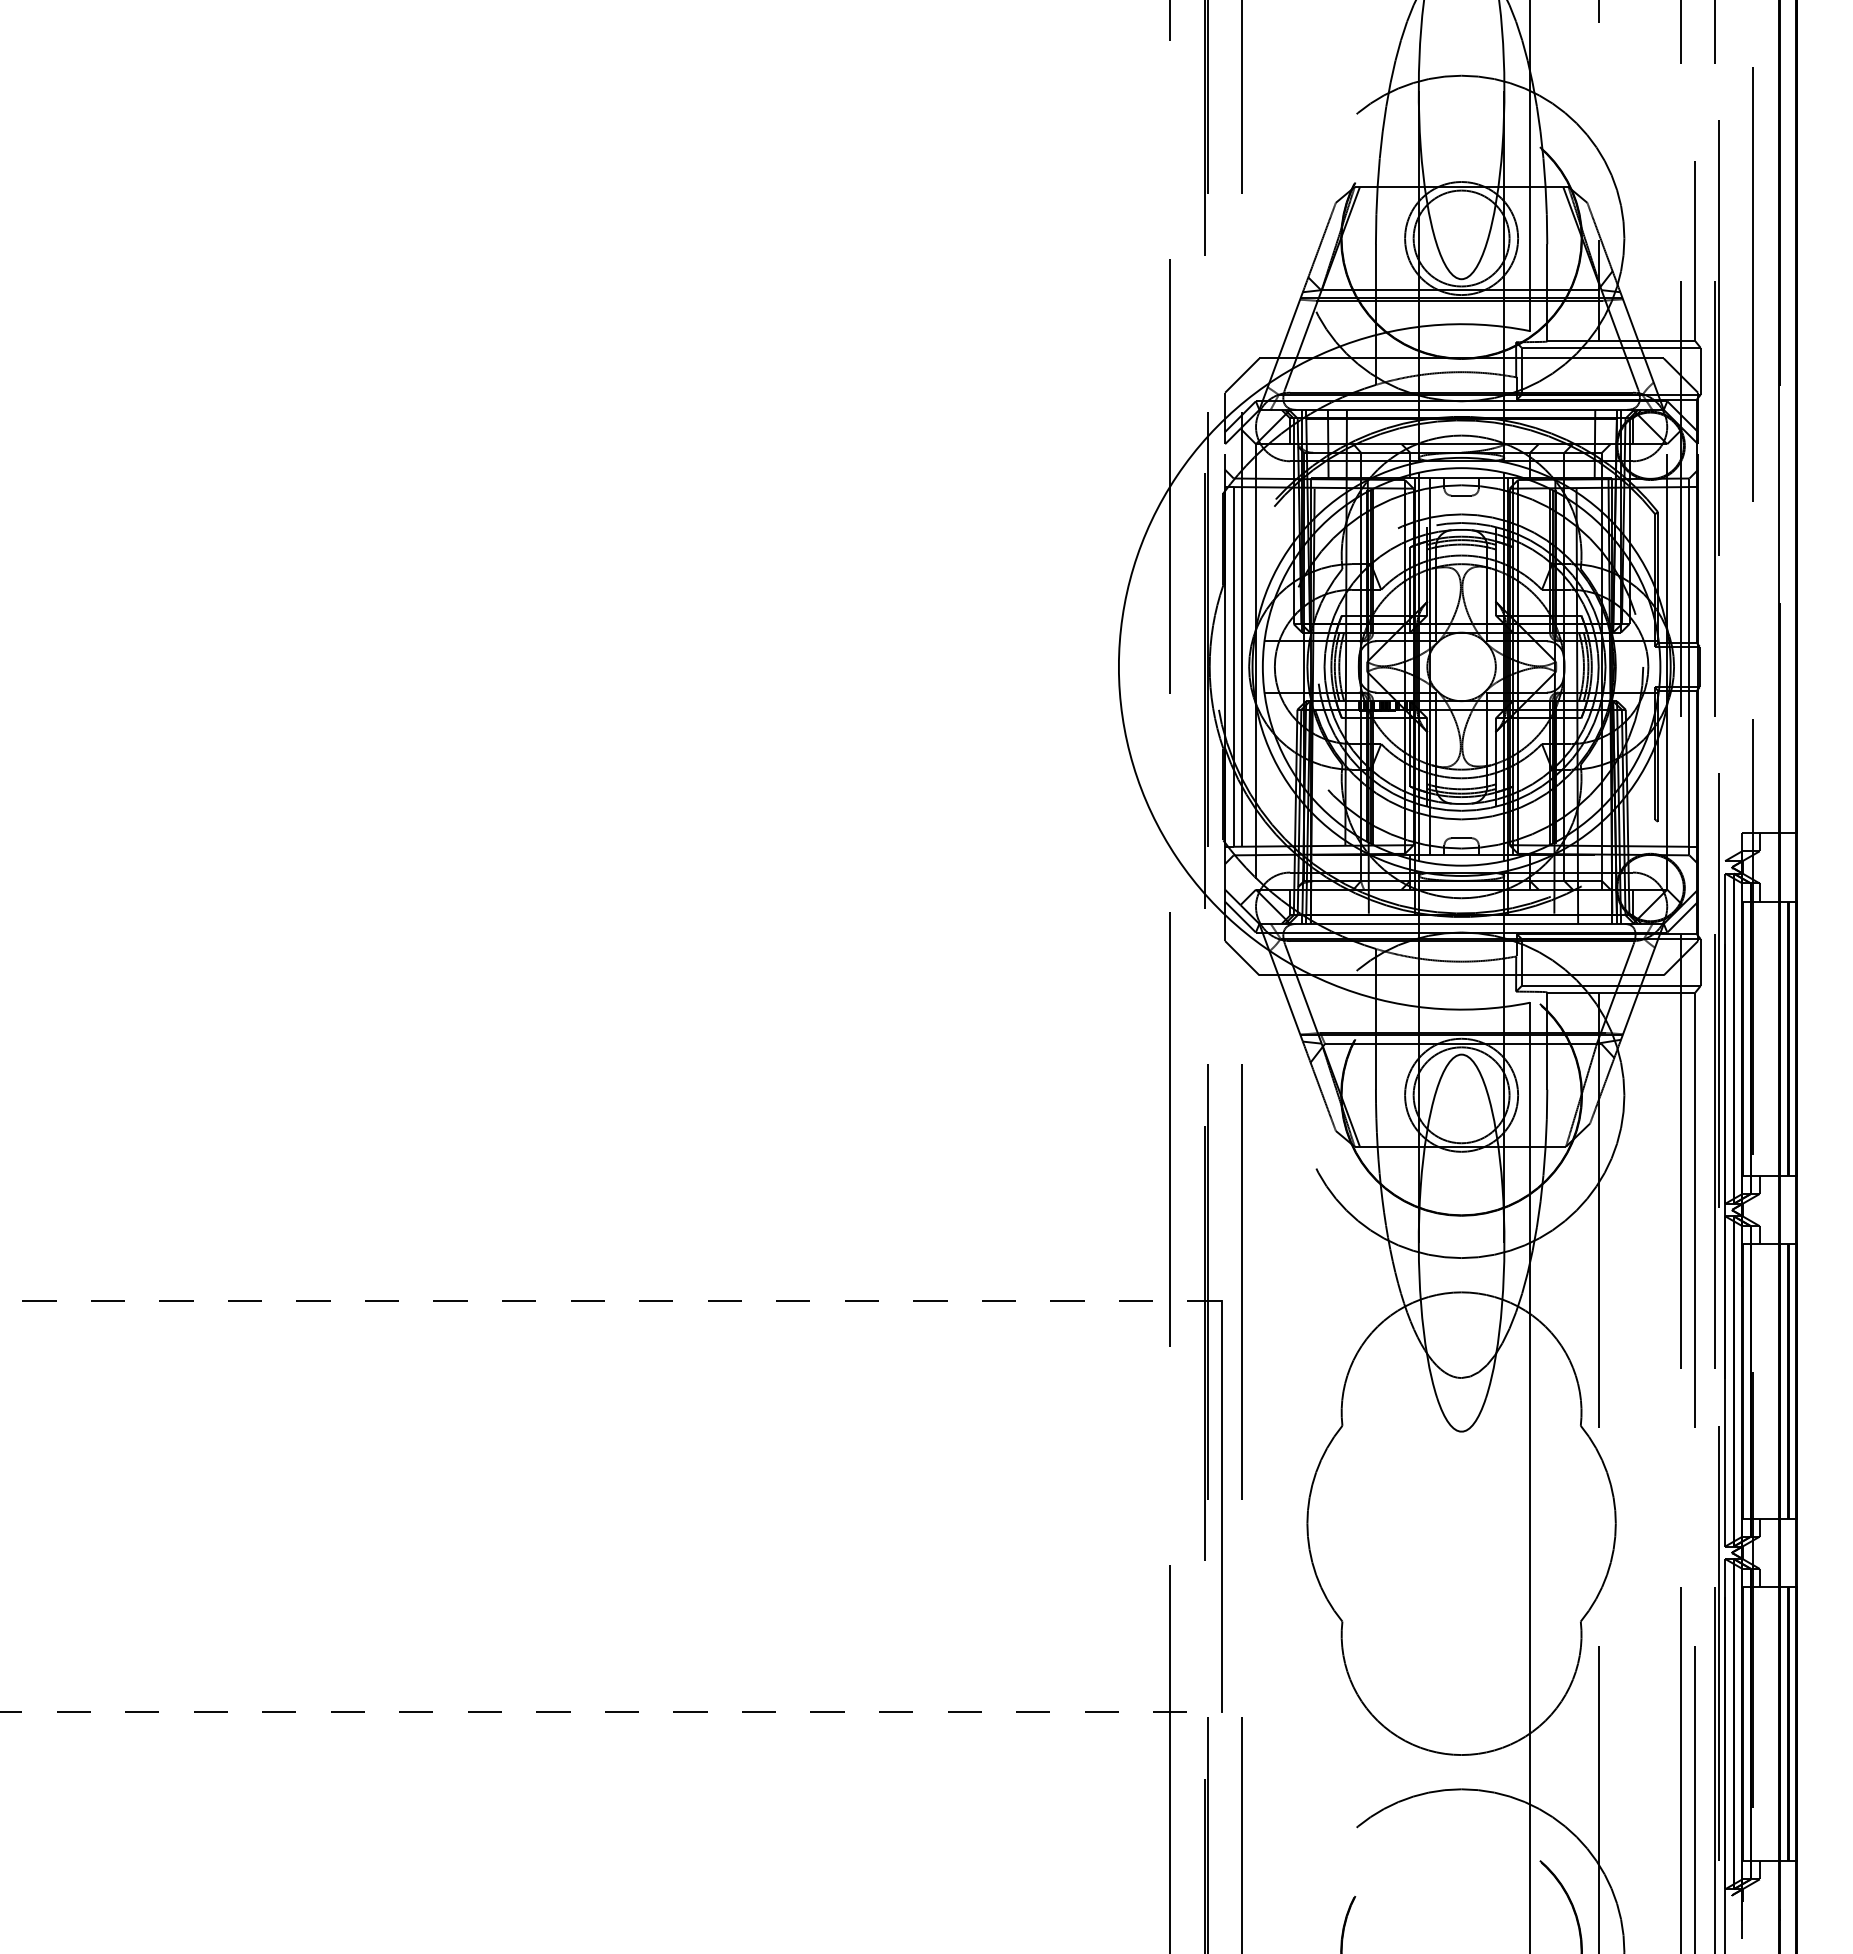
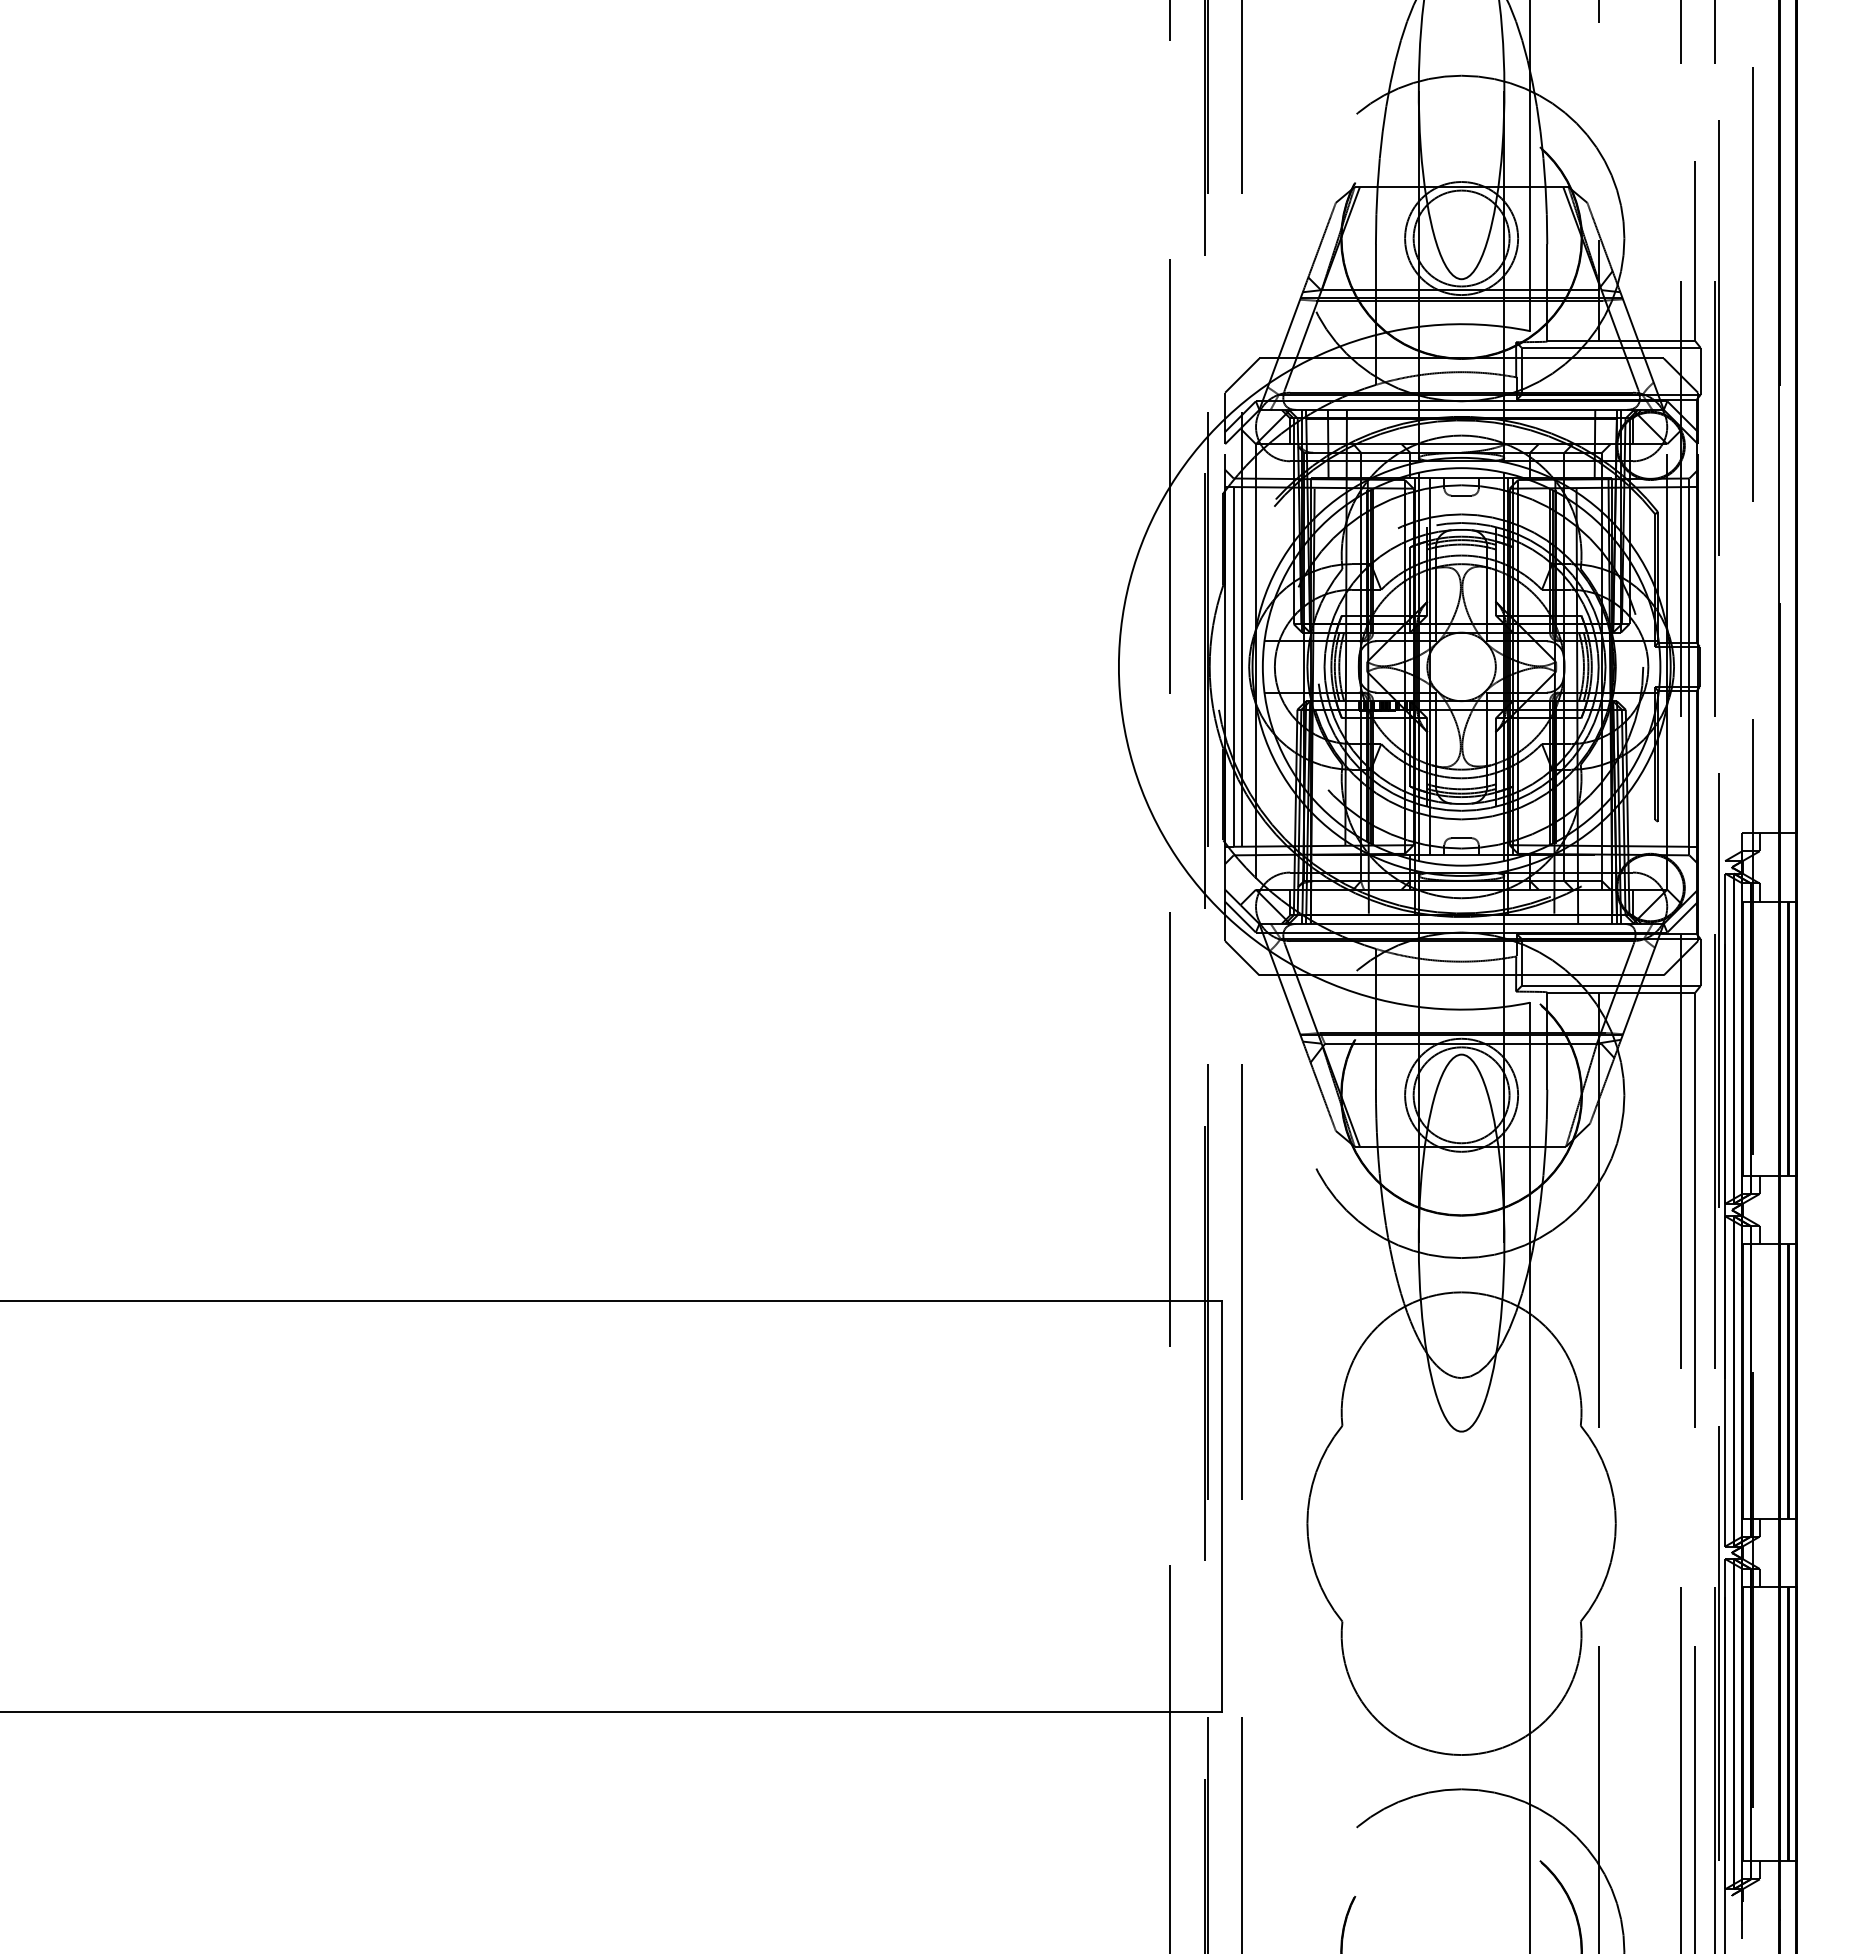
line at (610, 1300): dashed -> solid
line at (610, 1712): dashed -> solid
